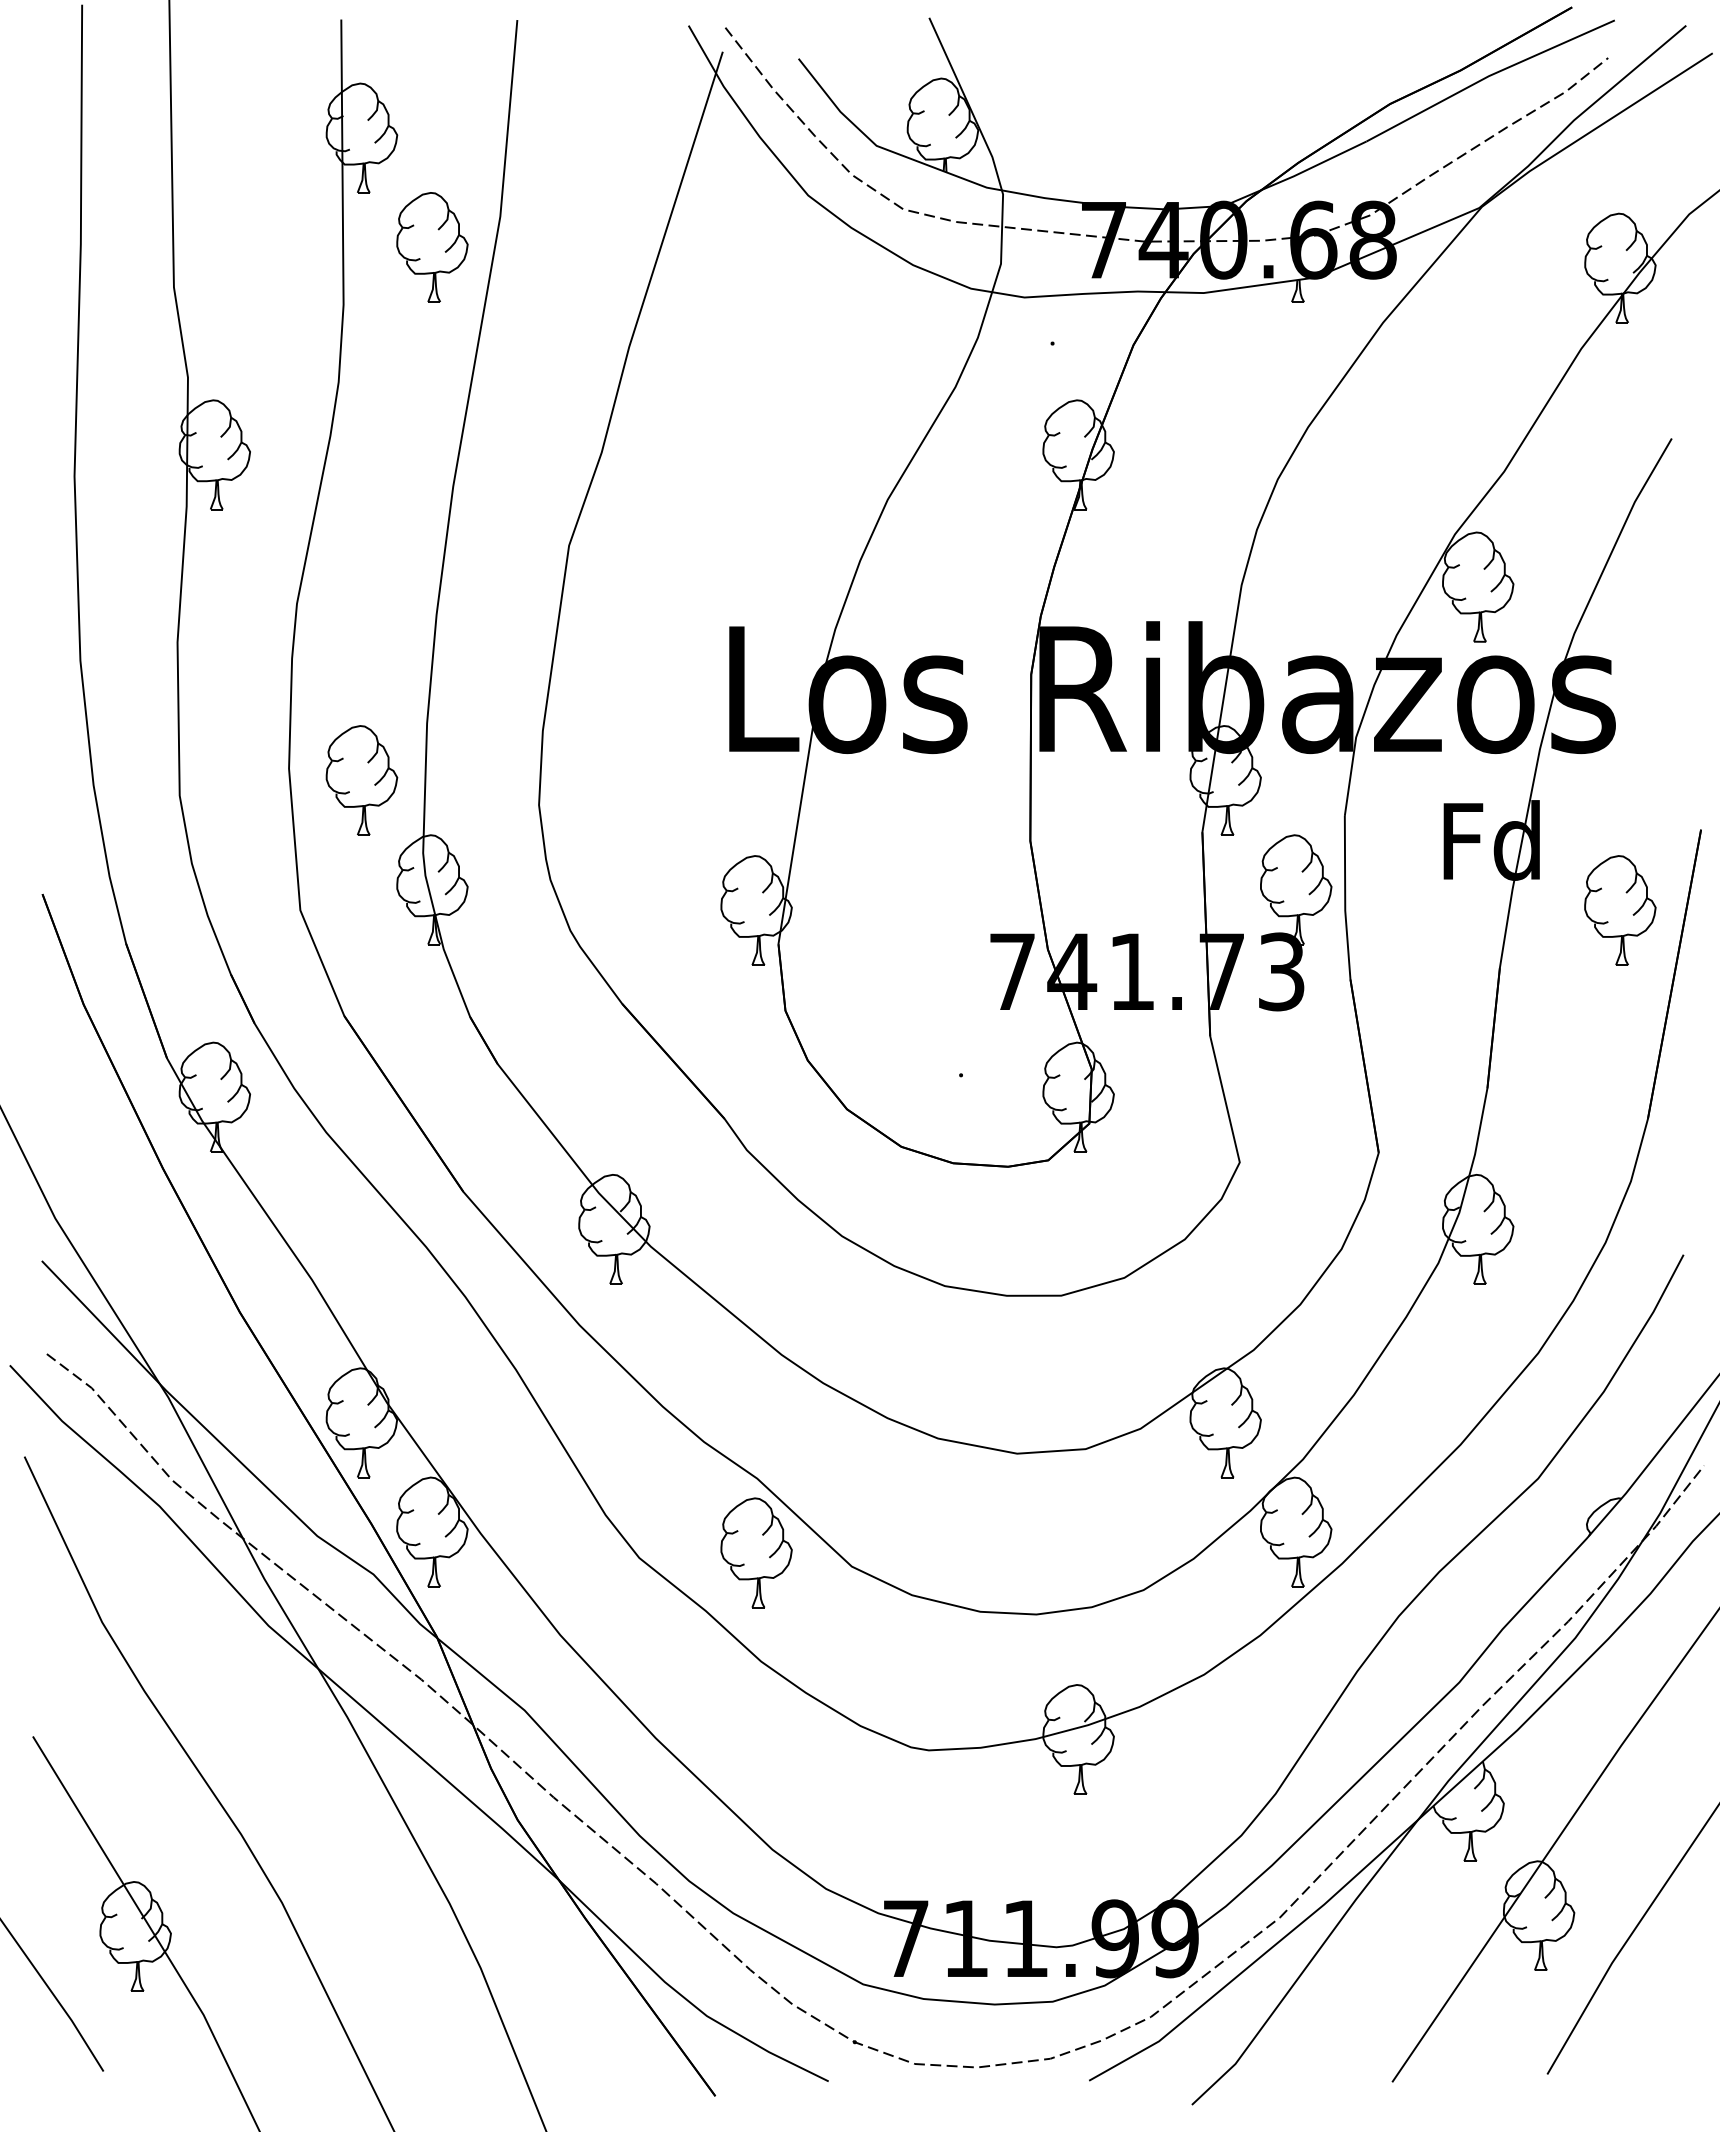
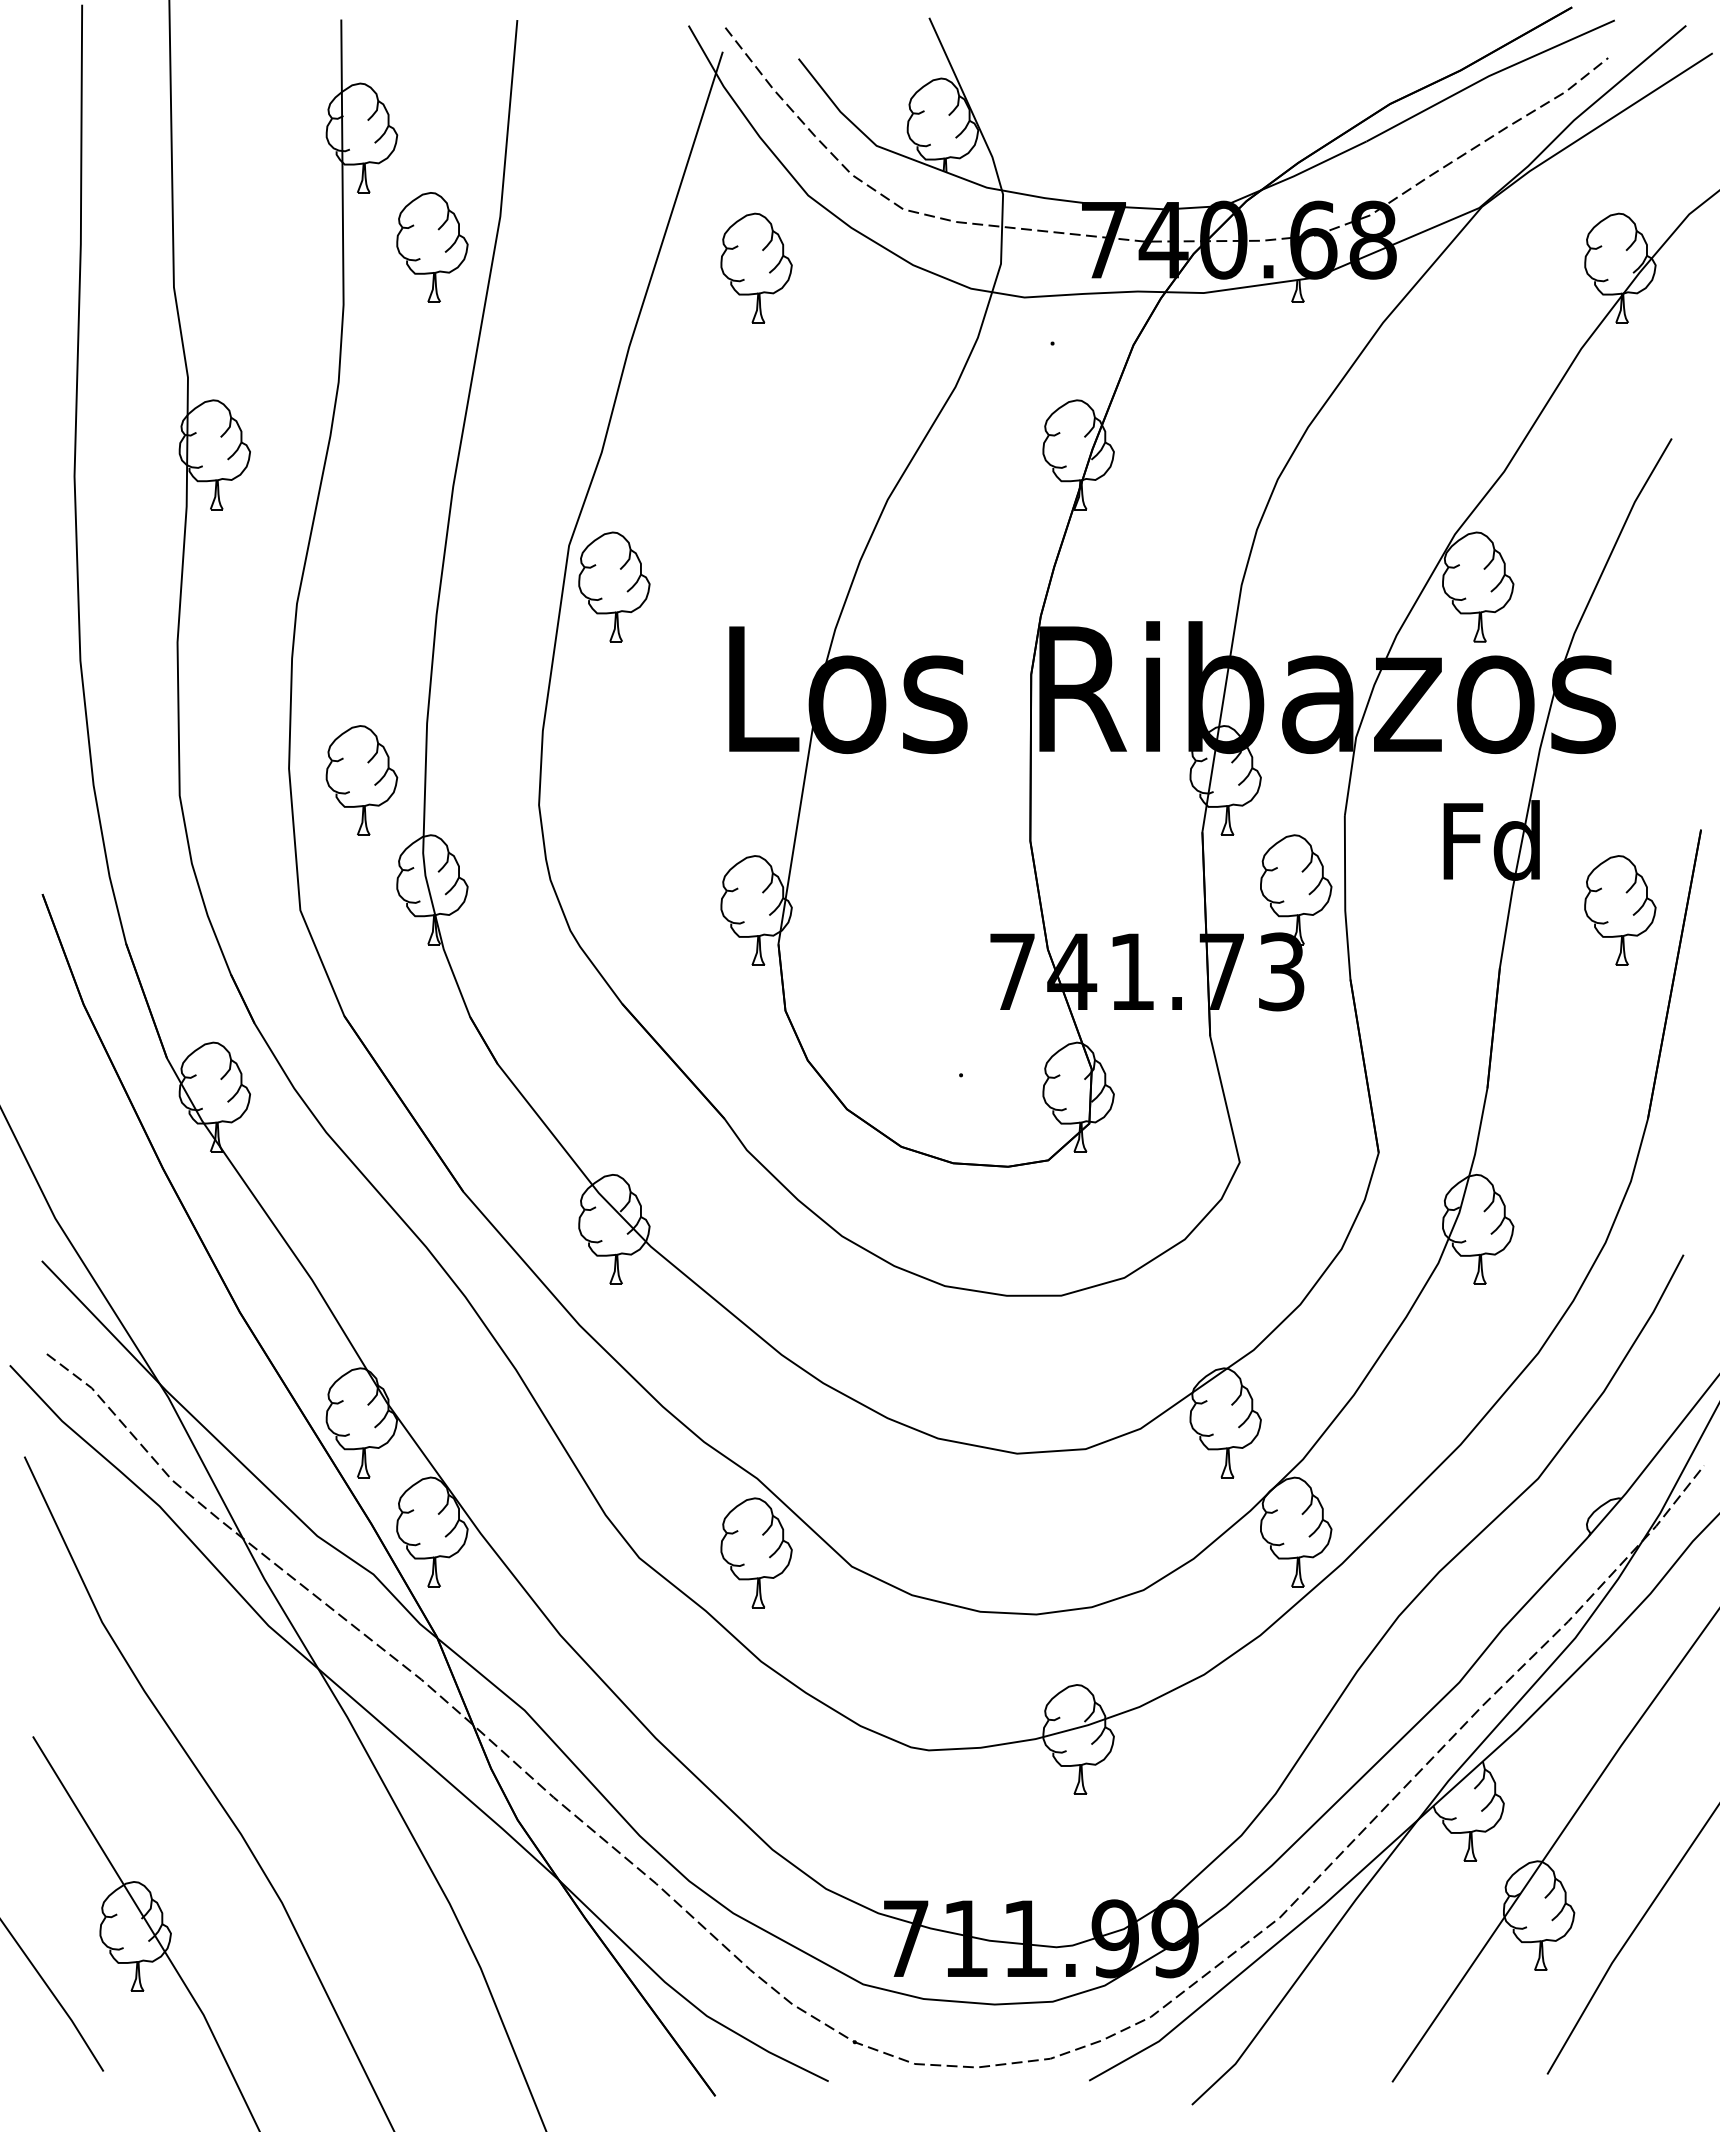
part at (756, 267): none -> present
part at (614, 586): none -> present
